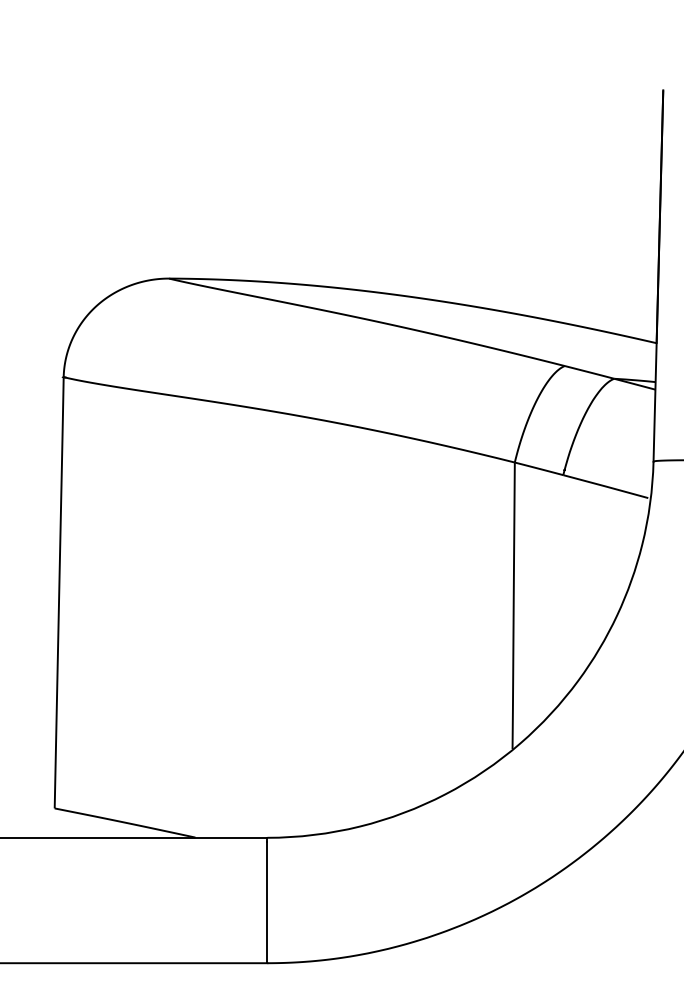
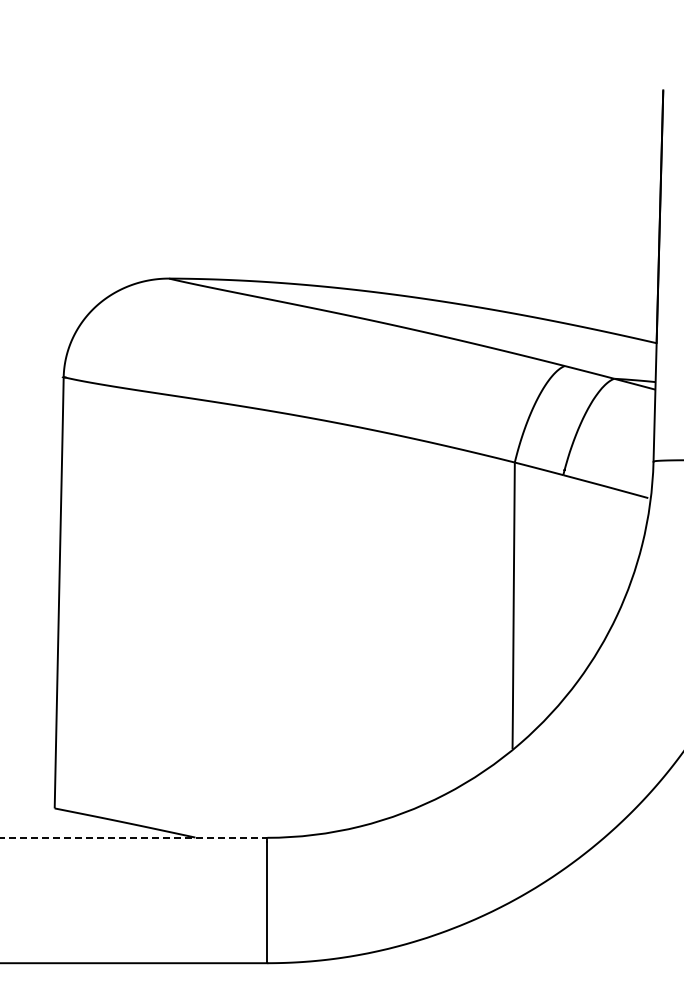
line at (134, 837): solid -> dashed
